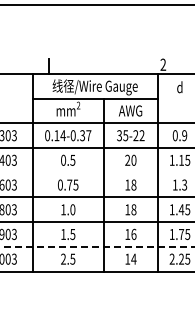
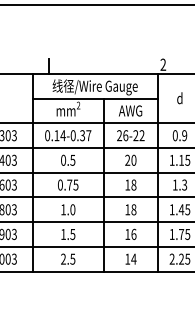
text at (179, 87) position: (179, 87) -> (179, 98)
text at (122, 135): 35-22 -> 26-22
line at (96, 172): none -> present
line at (97, 246): dashed -> solid
